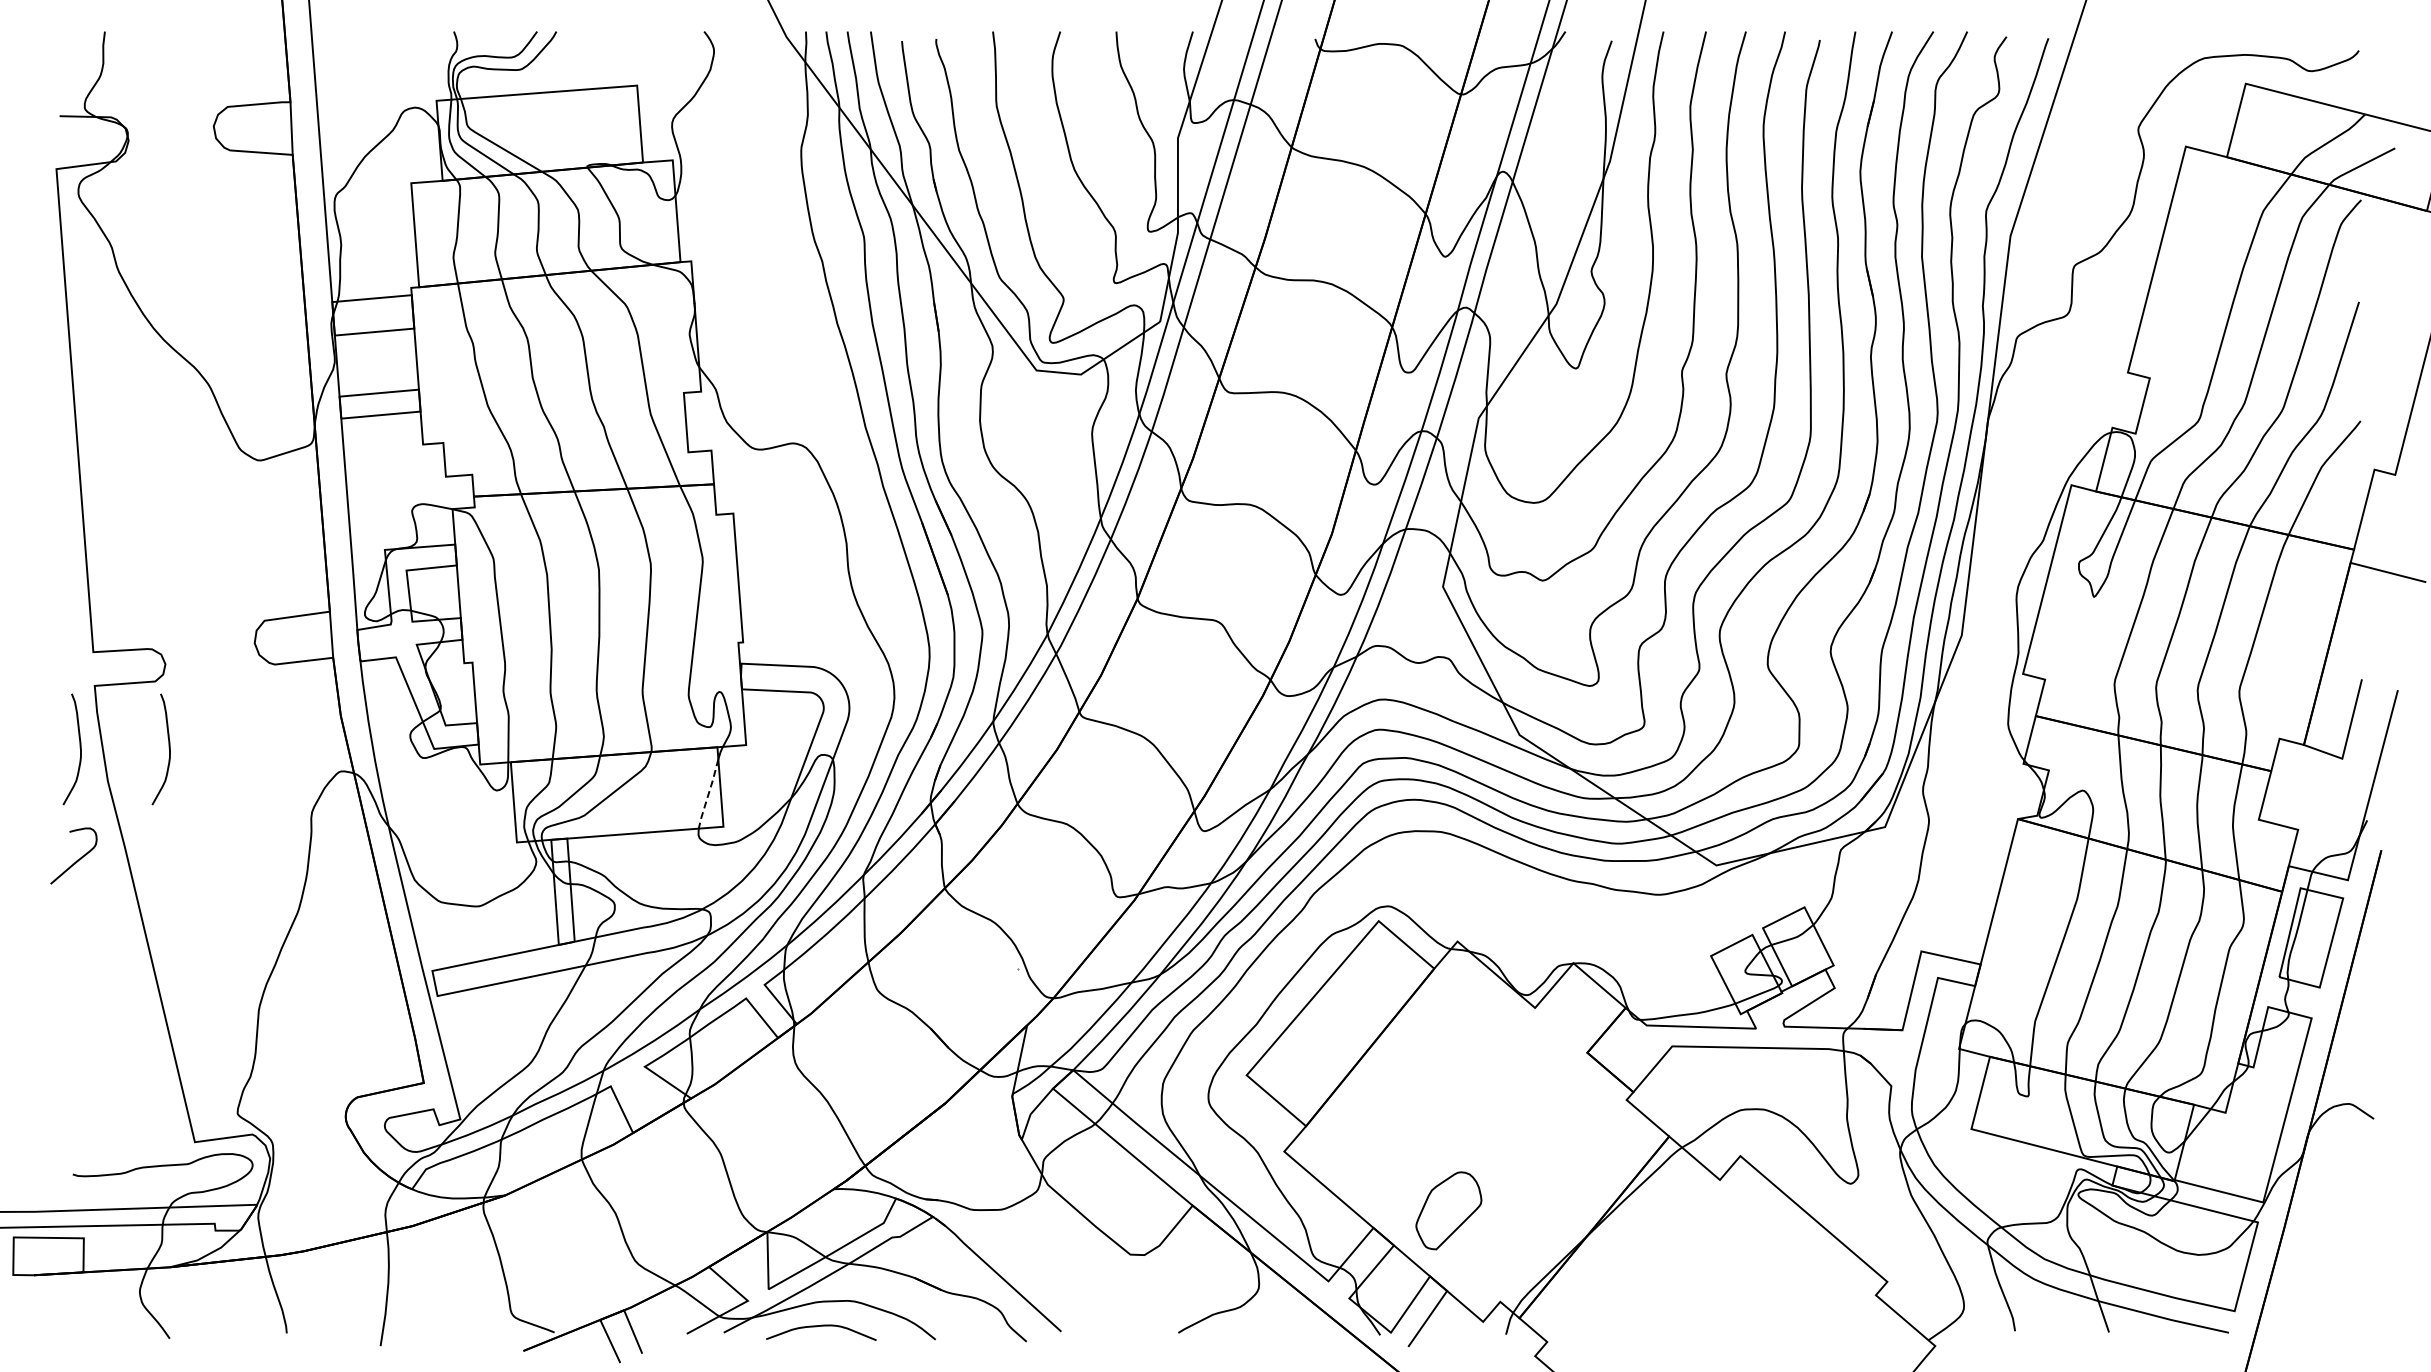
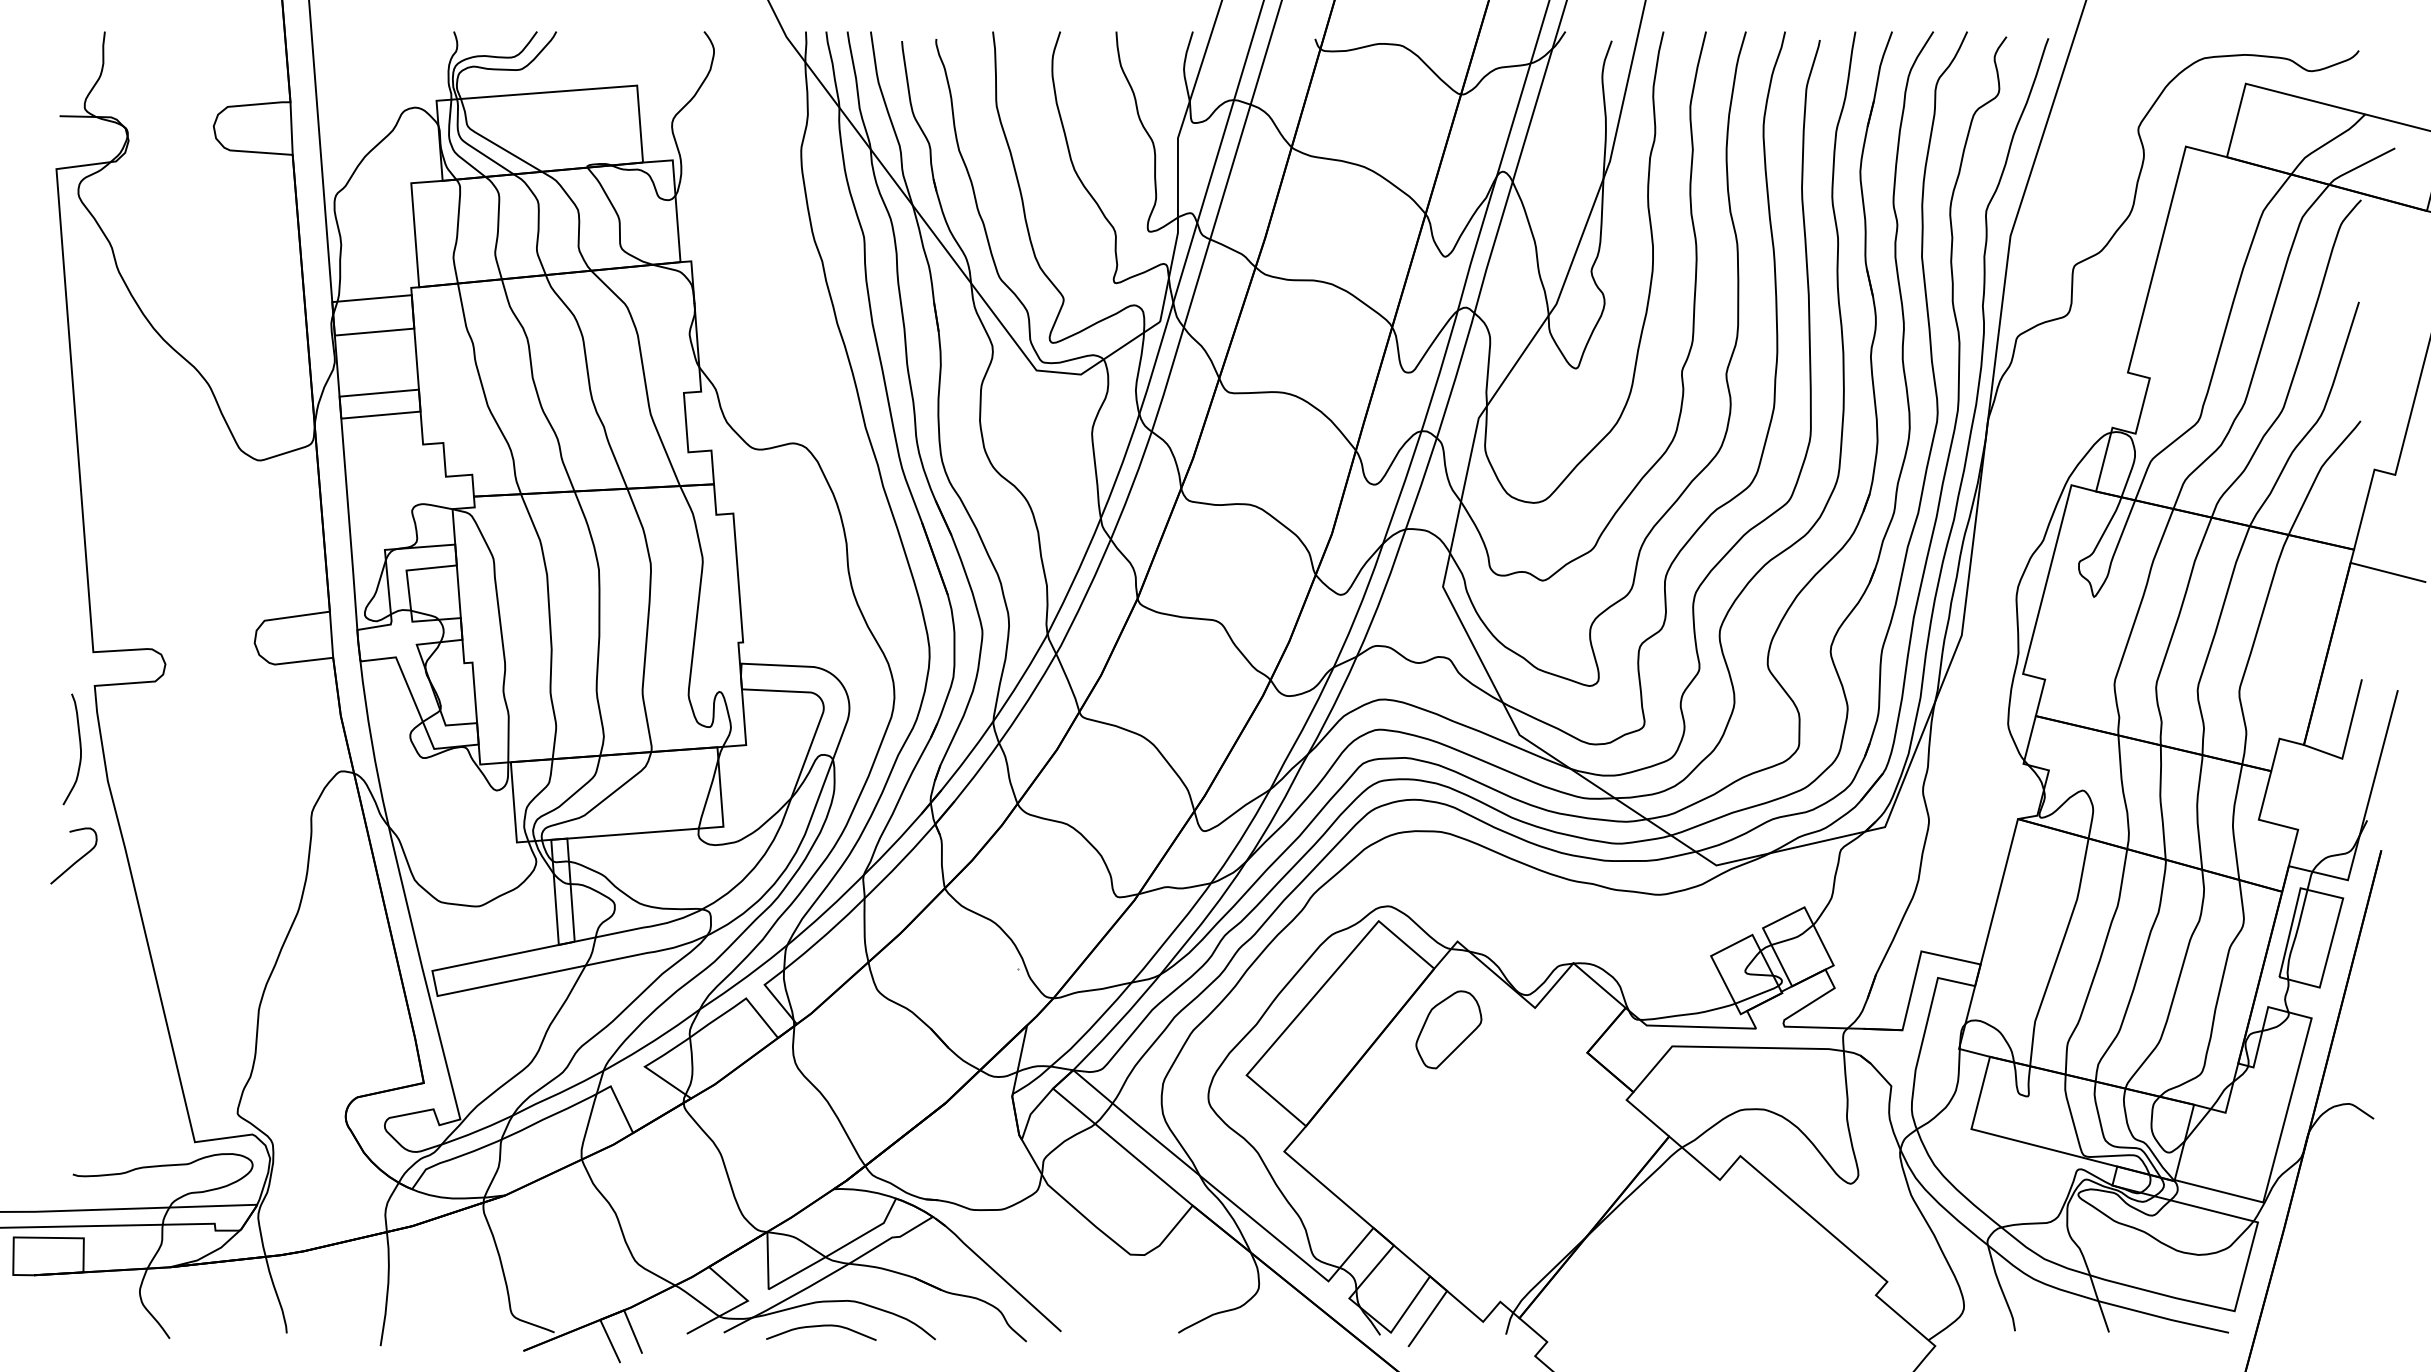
curve at (168, 748): present -> none
line at (708, 794): dashed -> solid
part at (1448, 1210) position: (1448, 1210) -> (1448, 1029)
